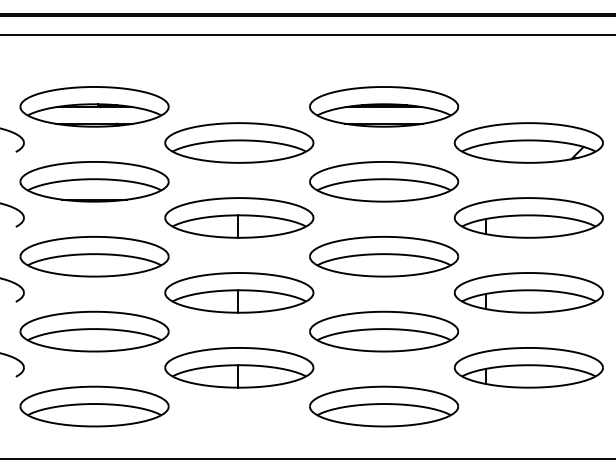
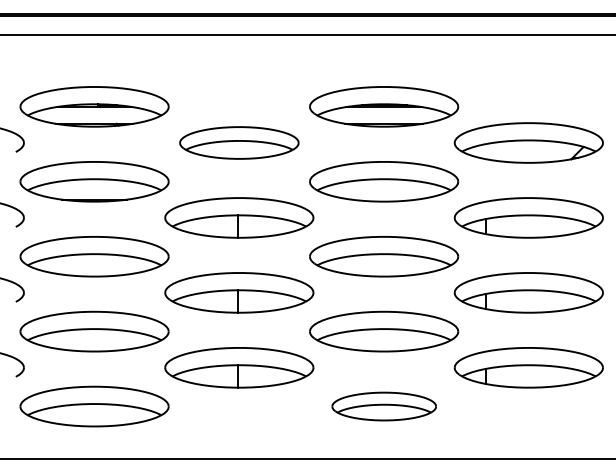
part at (239, 142) size: 151x42 px -> 121x34 px
part at (384, 406) size: 151x43 px -> 106x31 px
